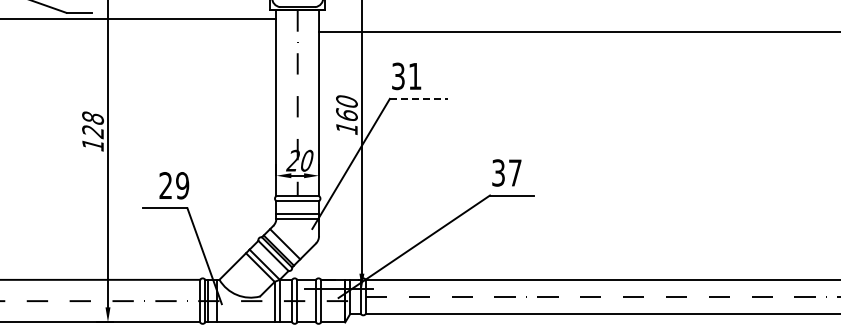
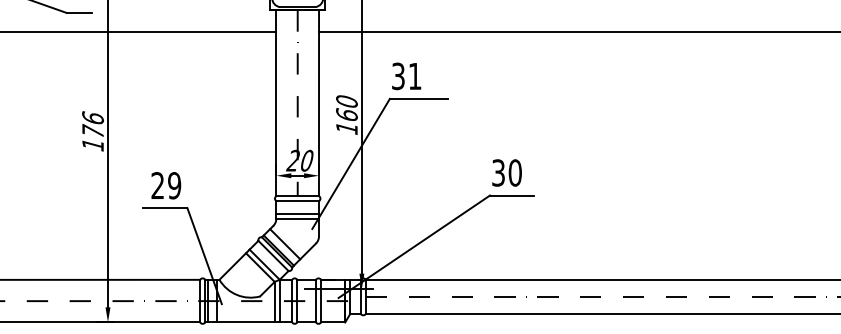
line at (139, 18) position: (139, 18) -> (139, 31)
line at (418, 98): dashed -> solid
text at (92, 125): 128 -> 176
text at (514, 172): 37 -> 30
text at (174, 185) position: (174, 185) -> (166, 185)
